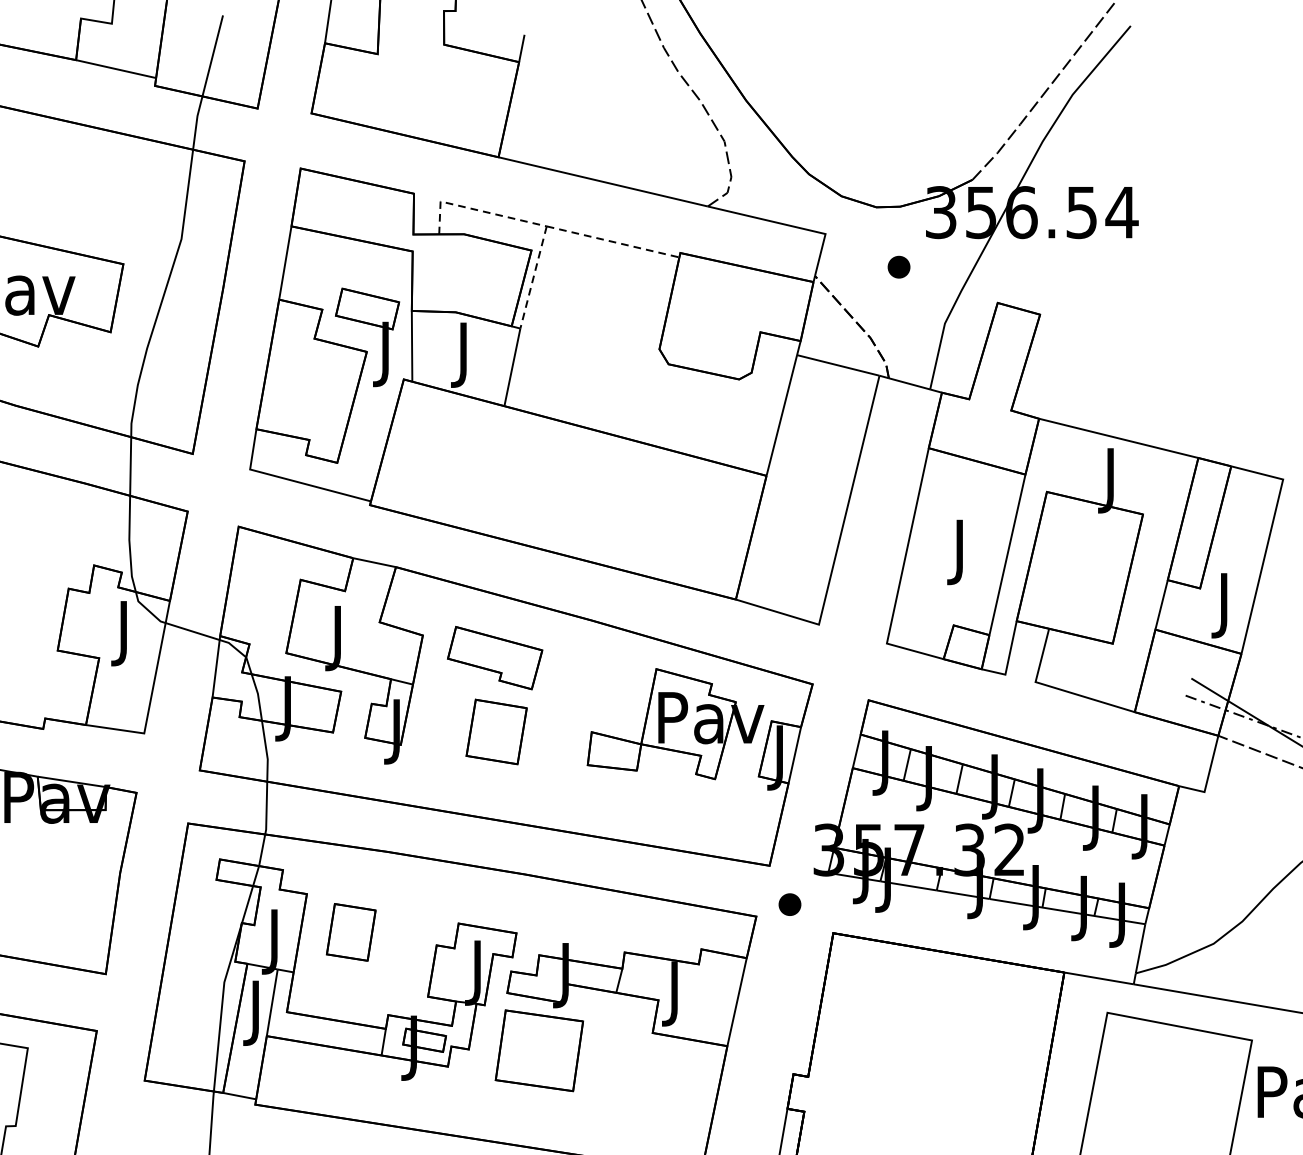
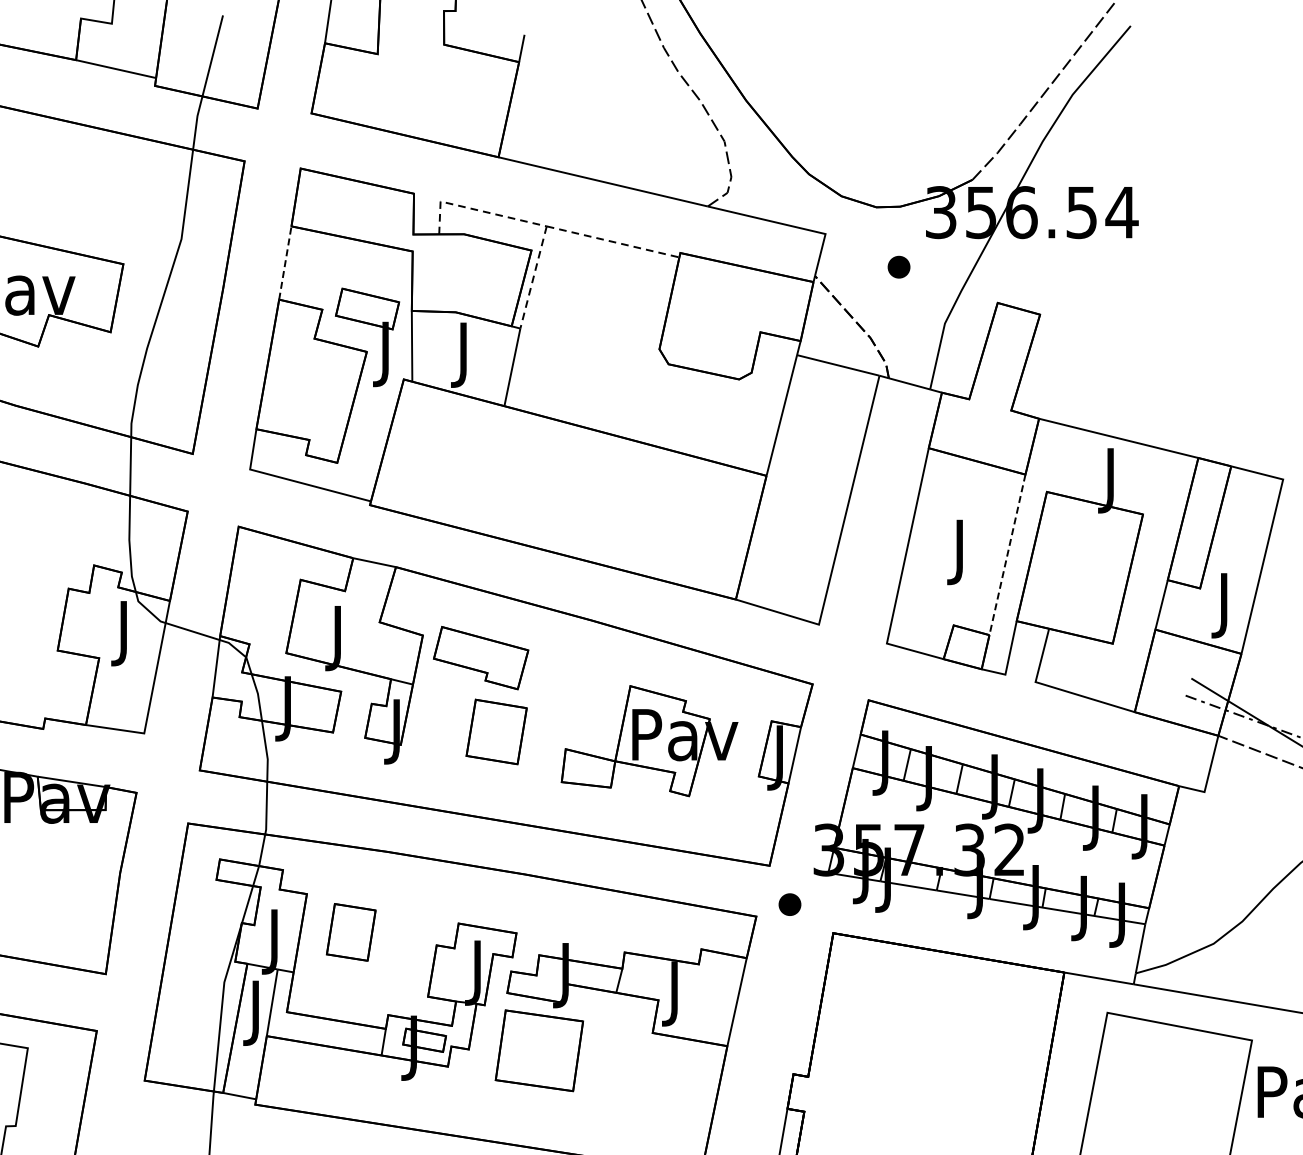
line at (285, 262): solid -> dashed
line at (1007, 555): solid -> dashed
part at (495, 658) position: (495, 658) -> (481, 658)
part at (675, 724) position: (675, 724) -> (649, 741)
